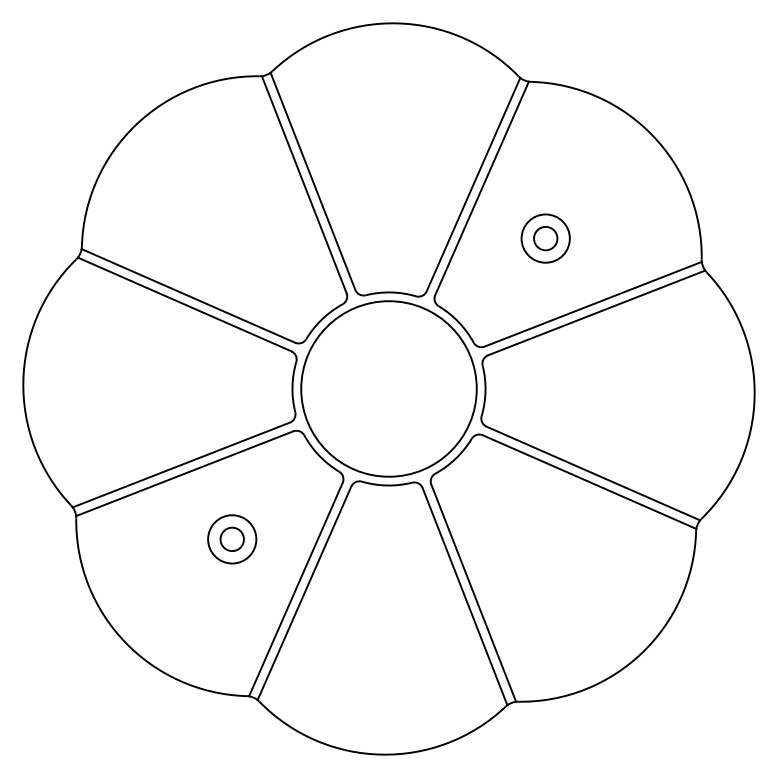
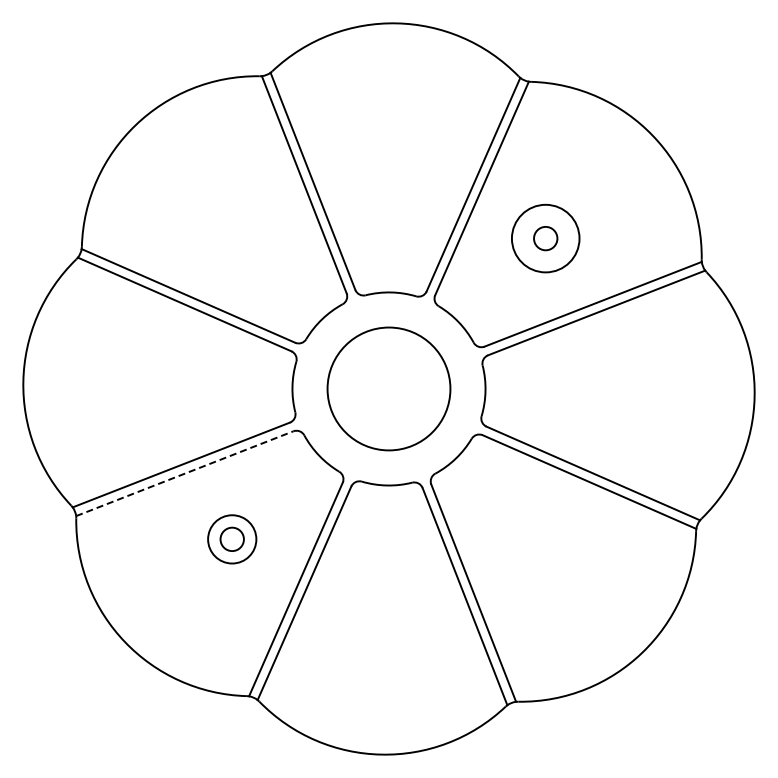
circle at (545, 238) diameter: 48 px -> 68 px
circle at (388, 388) diameter: 176 px -> 123 px
line at (184, 473): solid -> dashed
